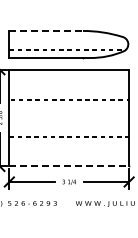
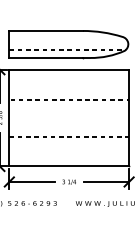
line at (46, 30): dashed -> solid
line at (69, 166): dashed -> solid
